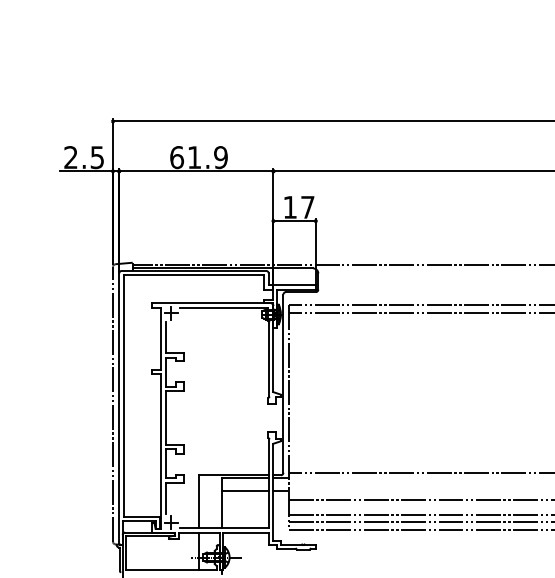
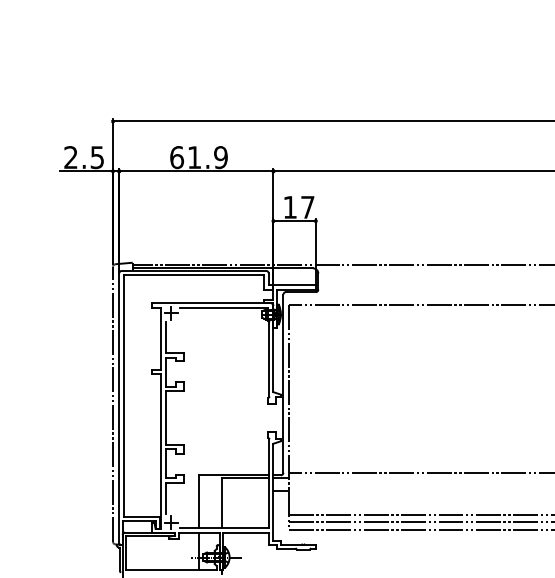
line at (420, 312): present -> none
line at (245, 491): present -> none
line at (420, 499): present -> none
